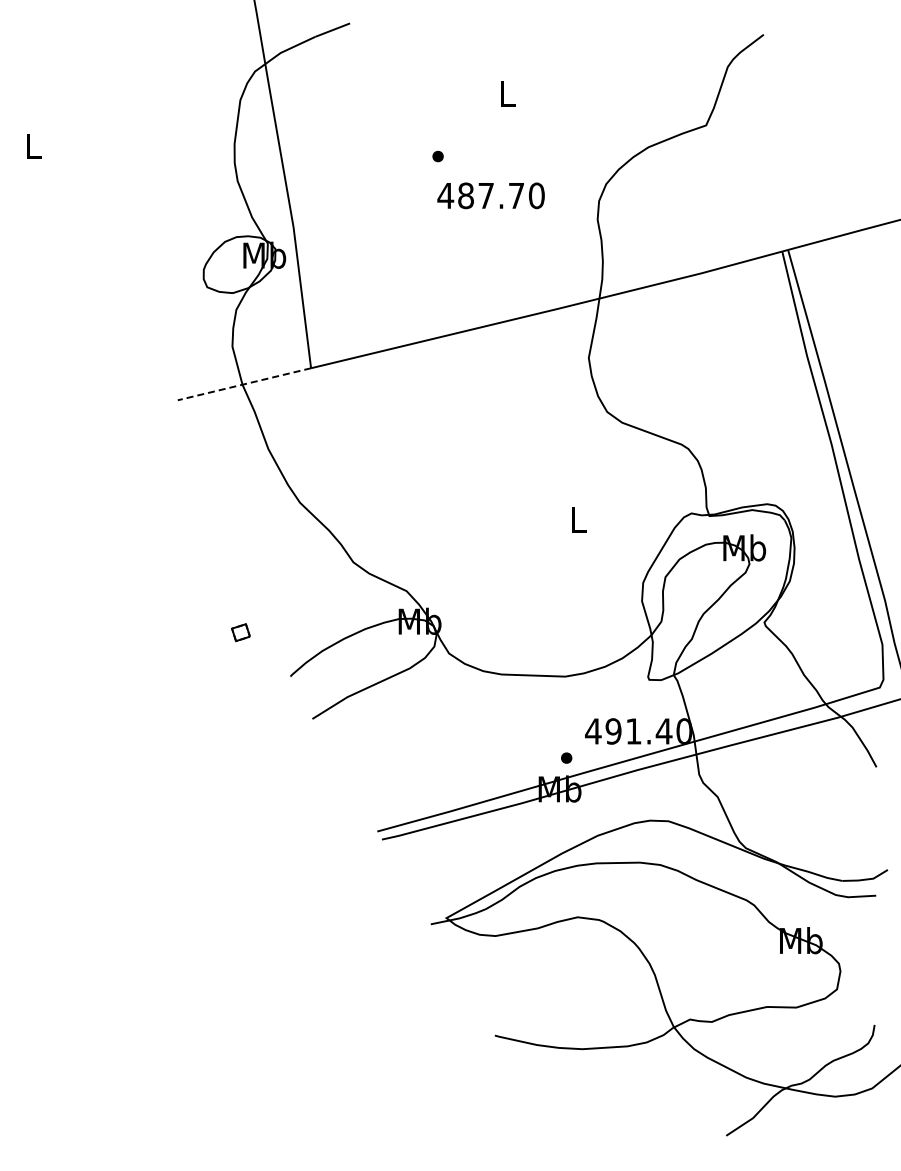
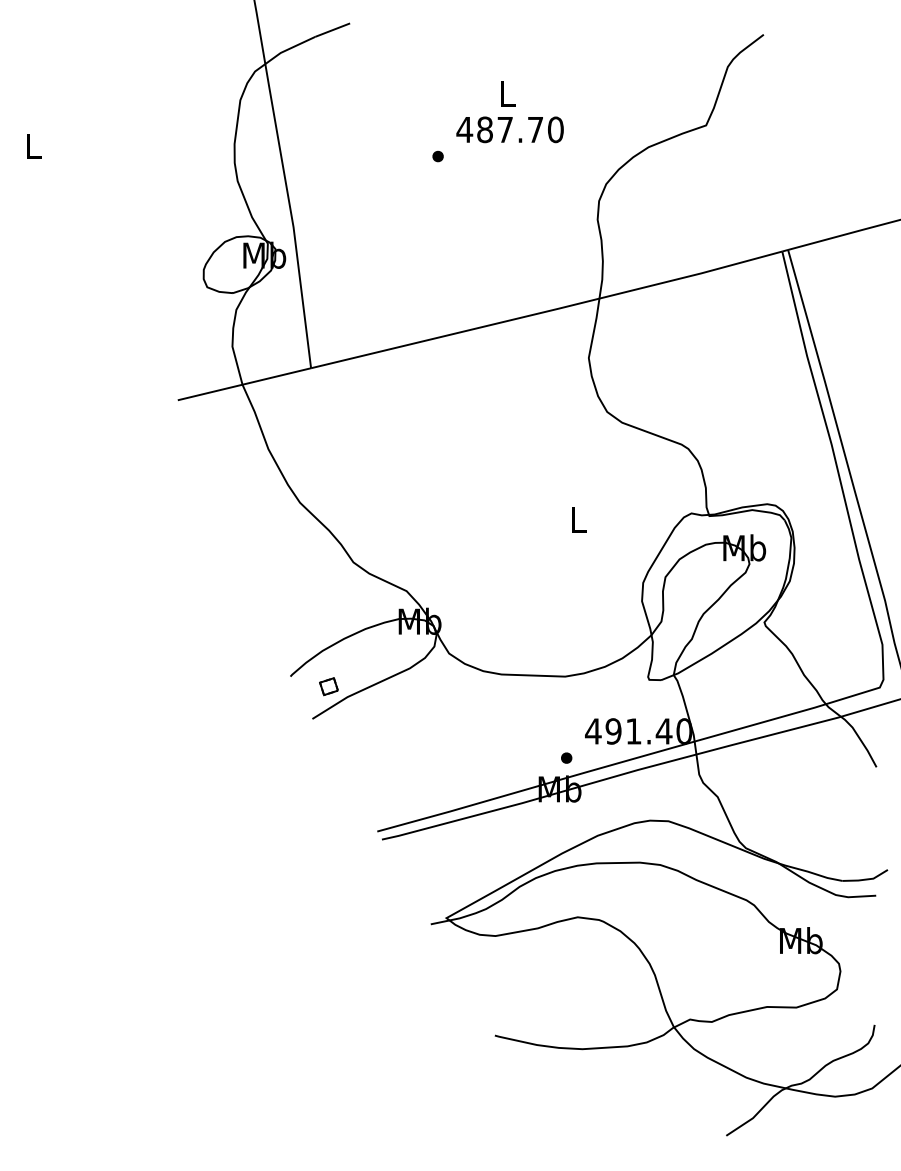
text at (490, 195) position: (490, 195) -> (509, 129)
line at (244, 384): dashed -> solid
part at (240, 632) position: (240, 632) -> (328, 686)
